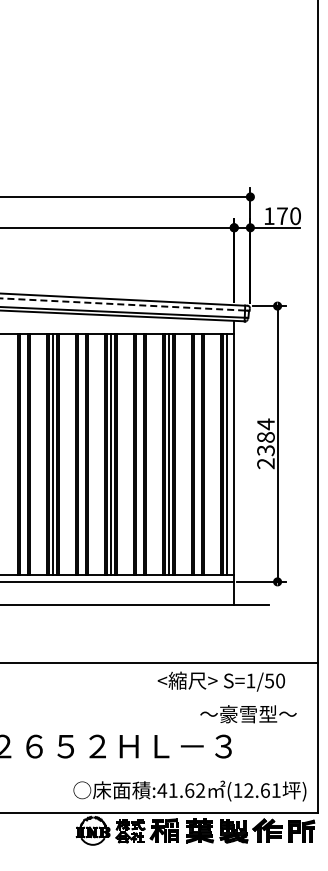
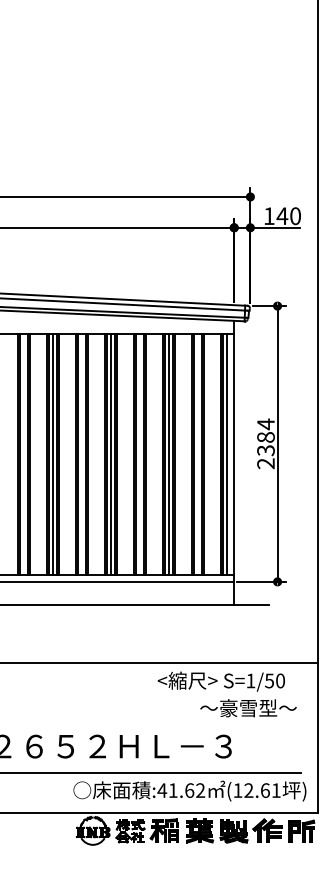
text at (282, 215): 170 -> 140
line at (122, 304): dashed -> solid
text at (248, 714) position: (248, 714) -> (248, 708)
line at (151, 773): none -> present
